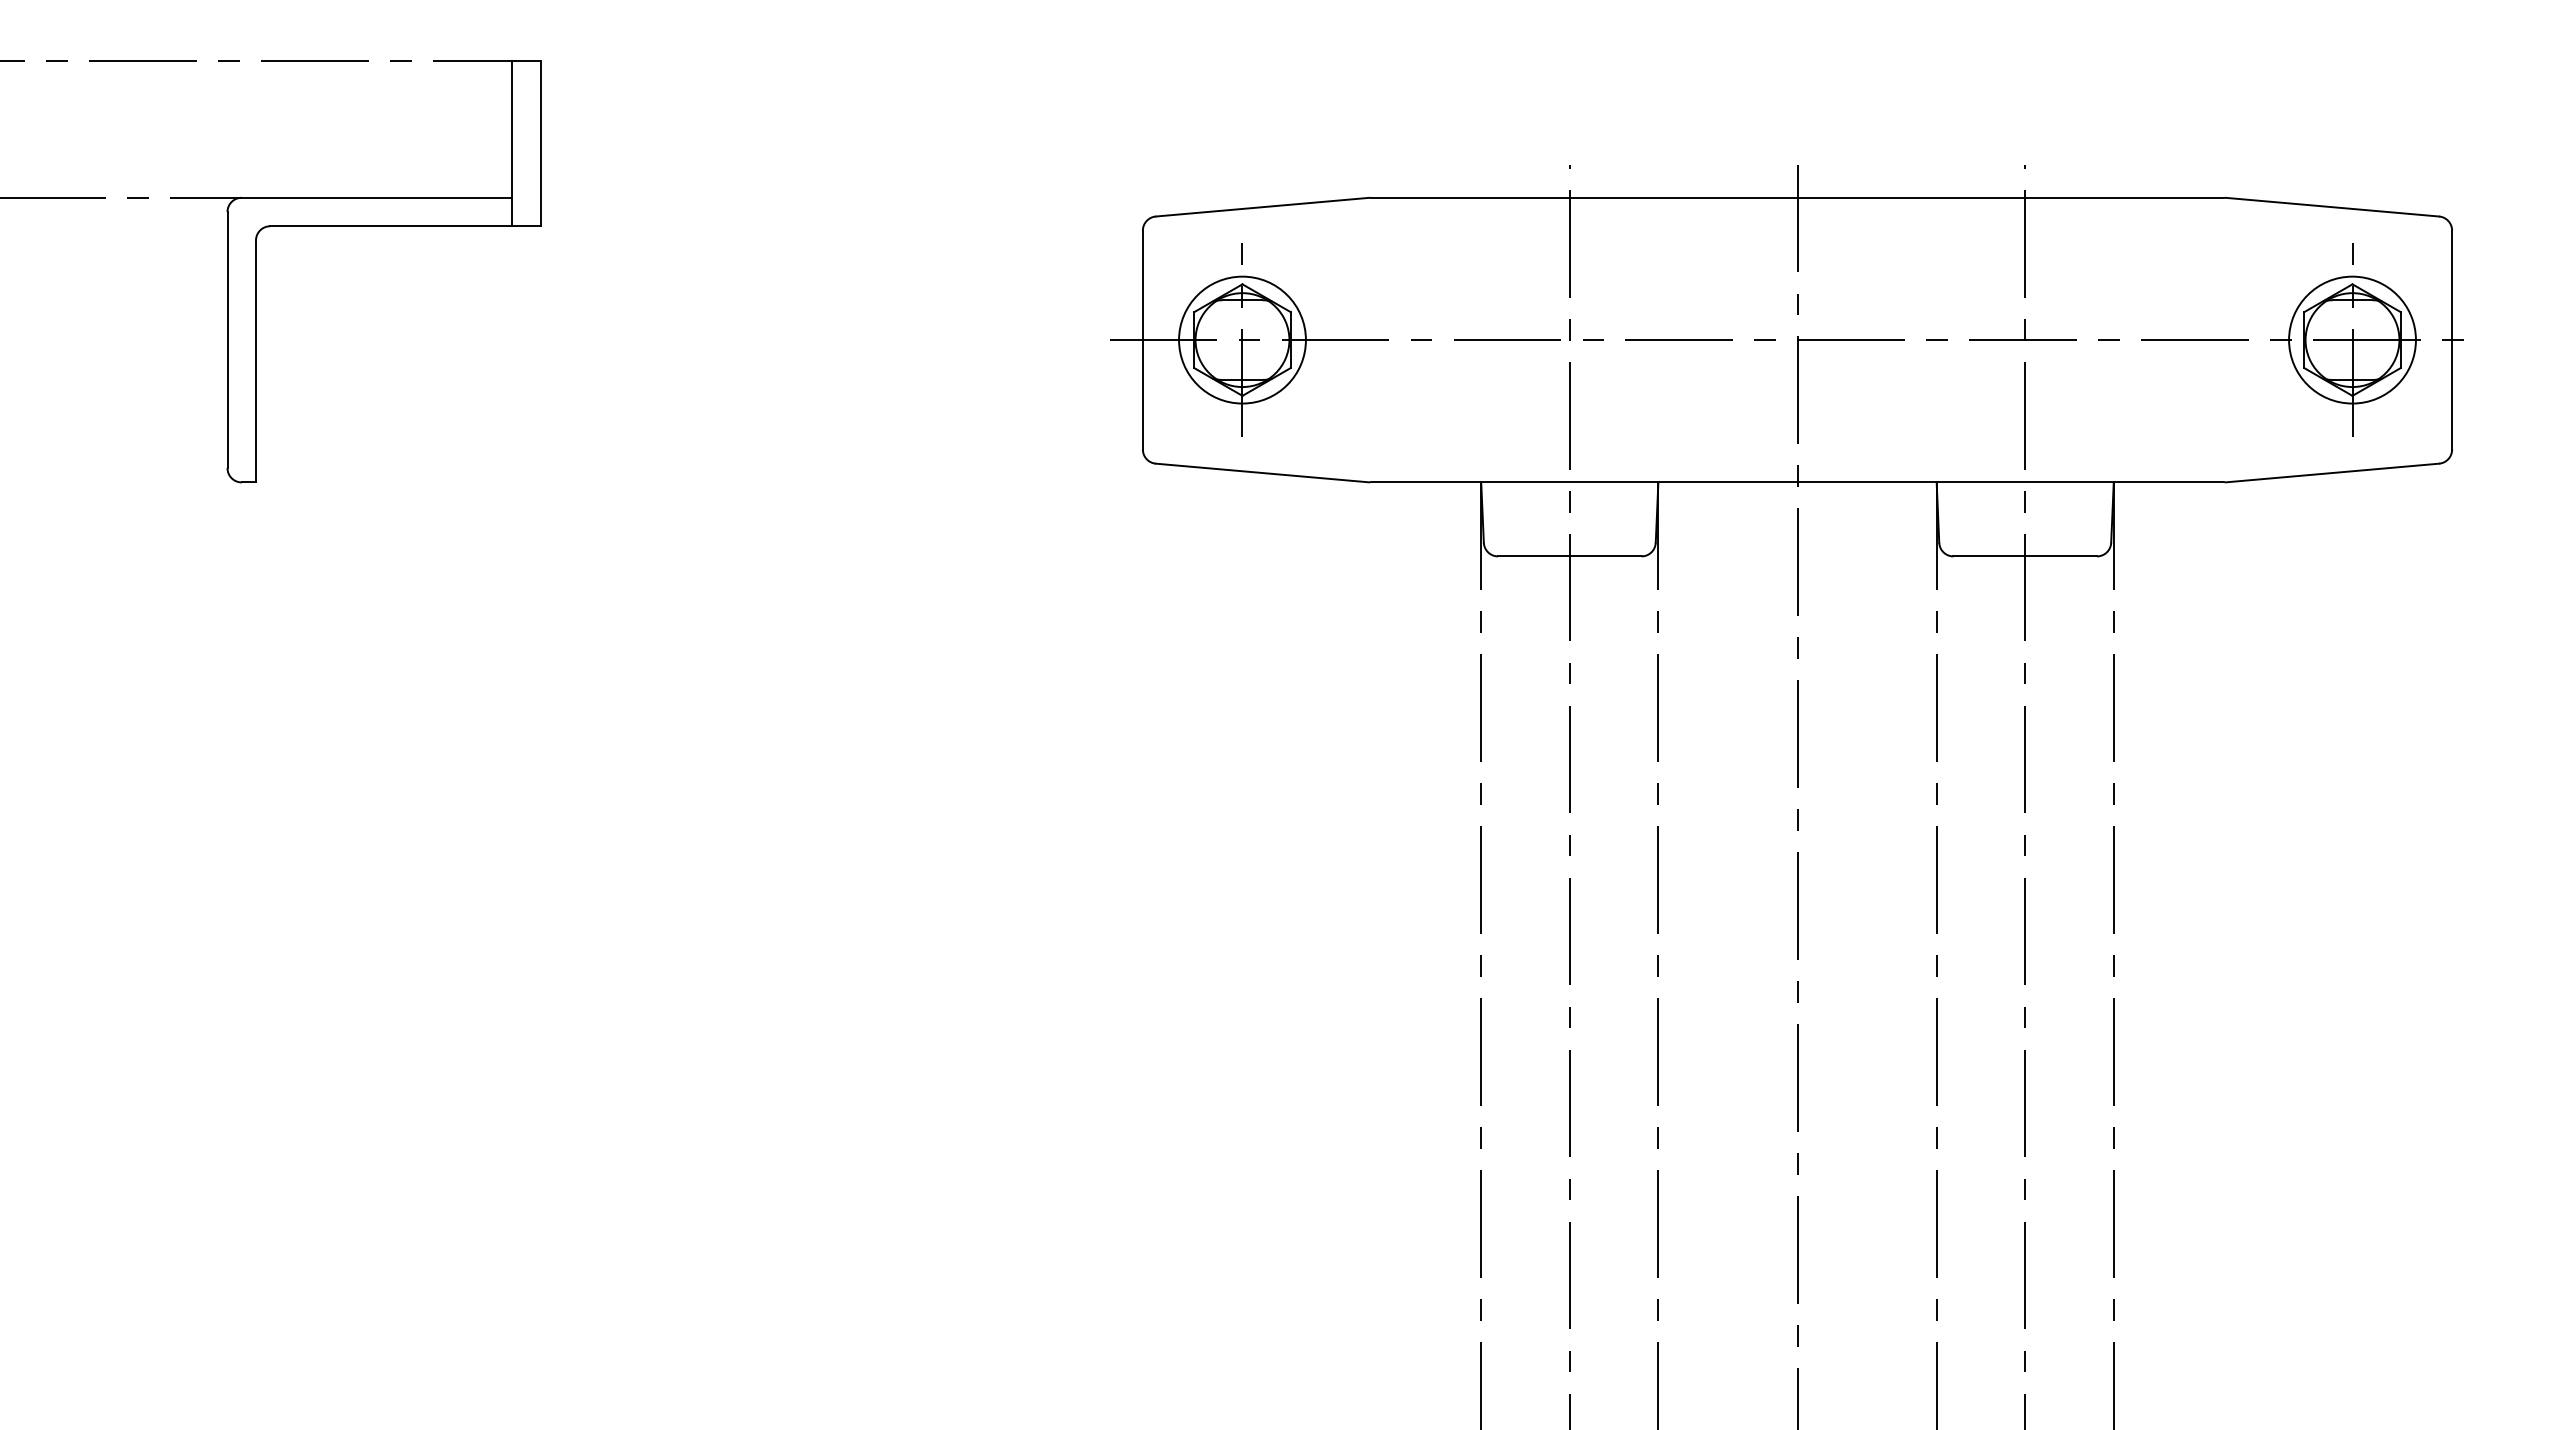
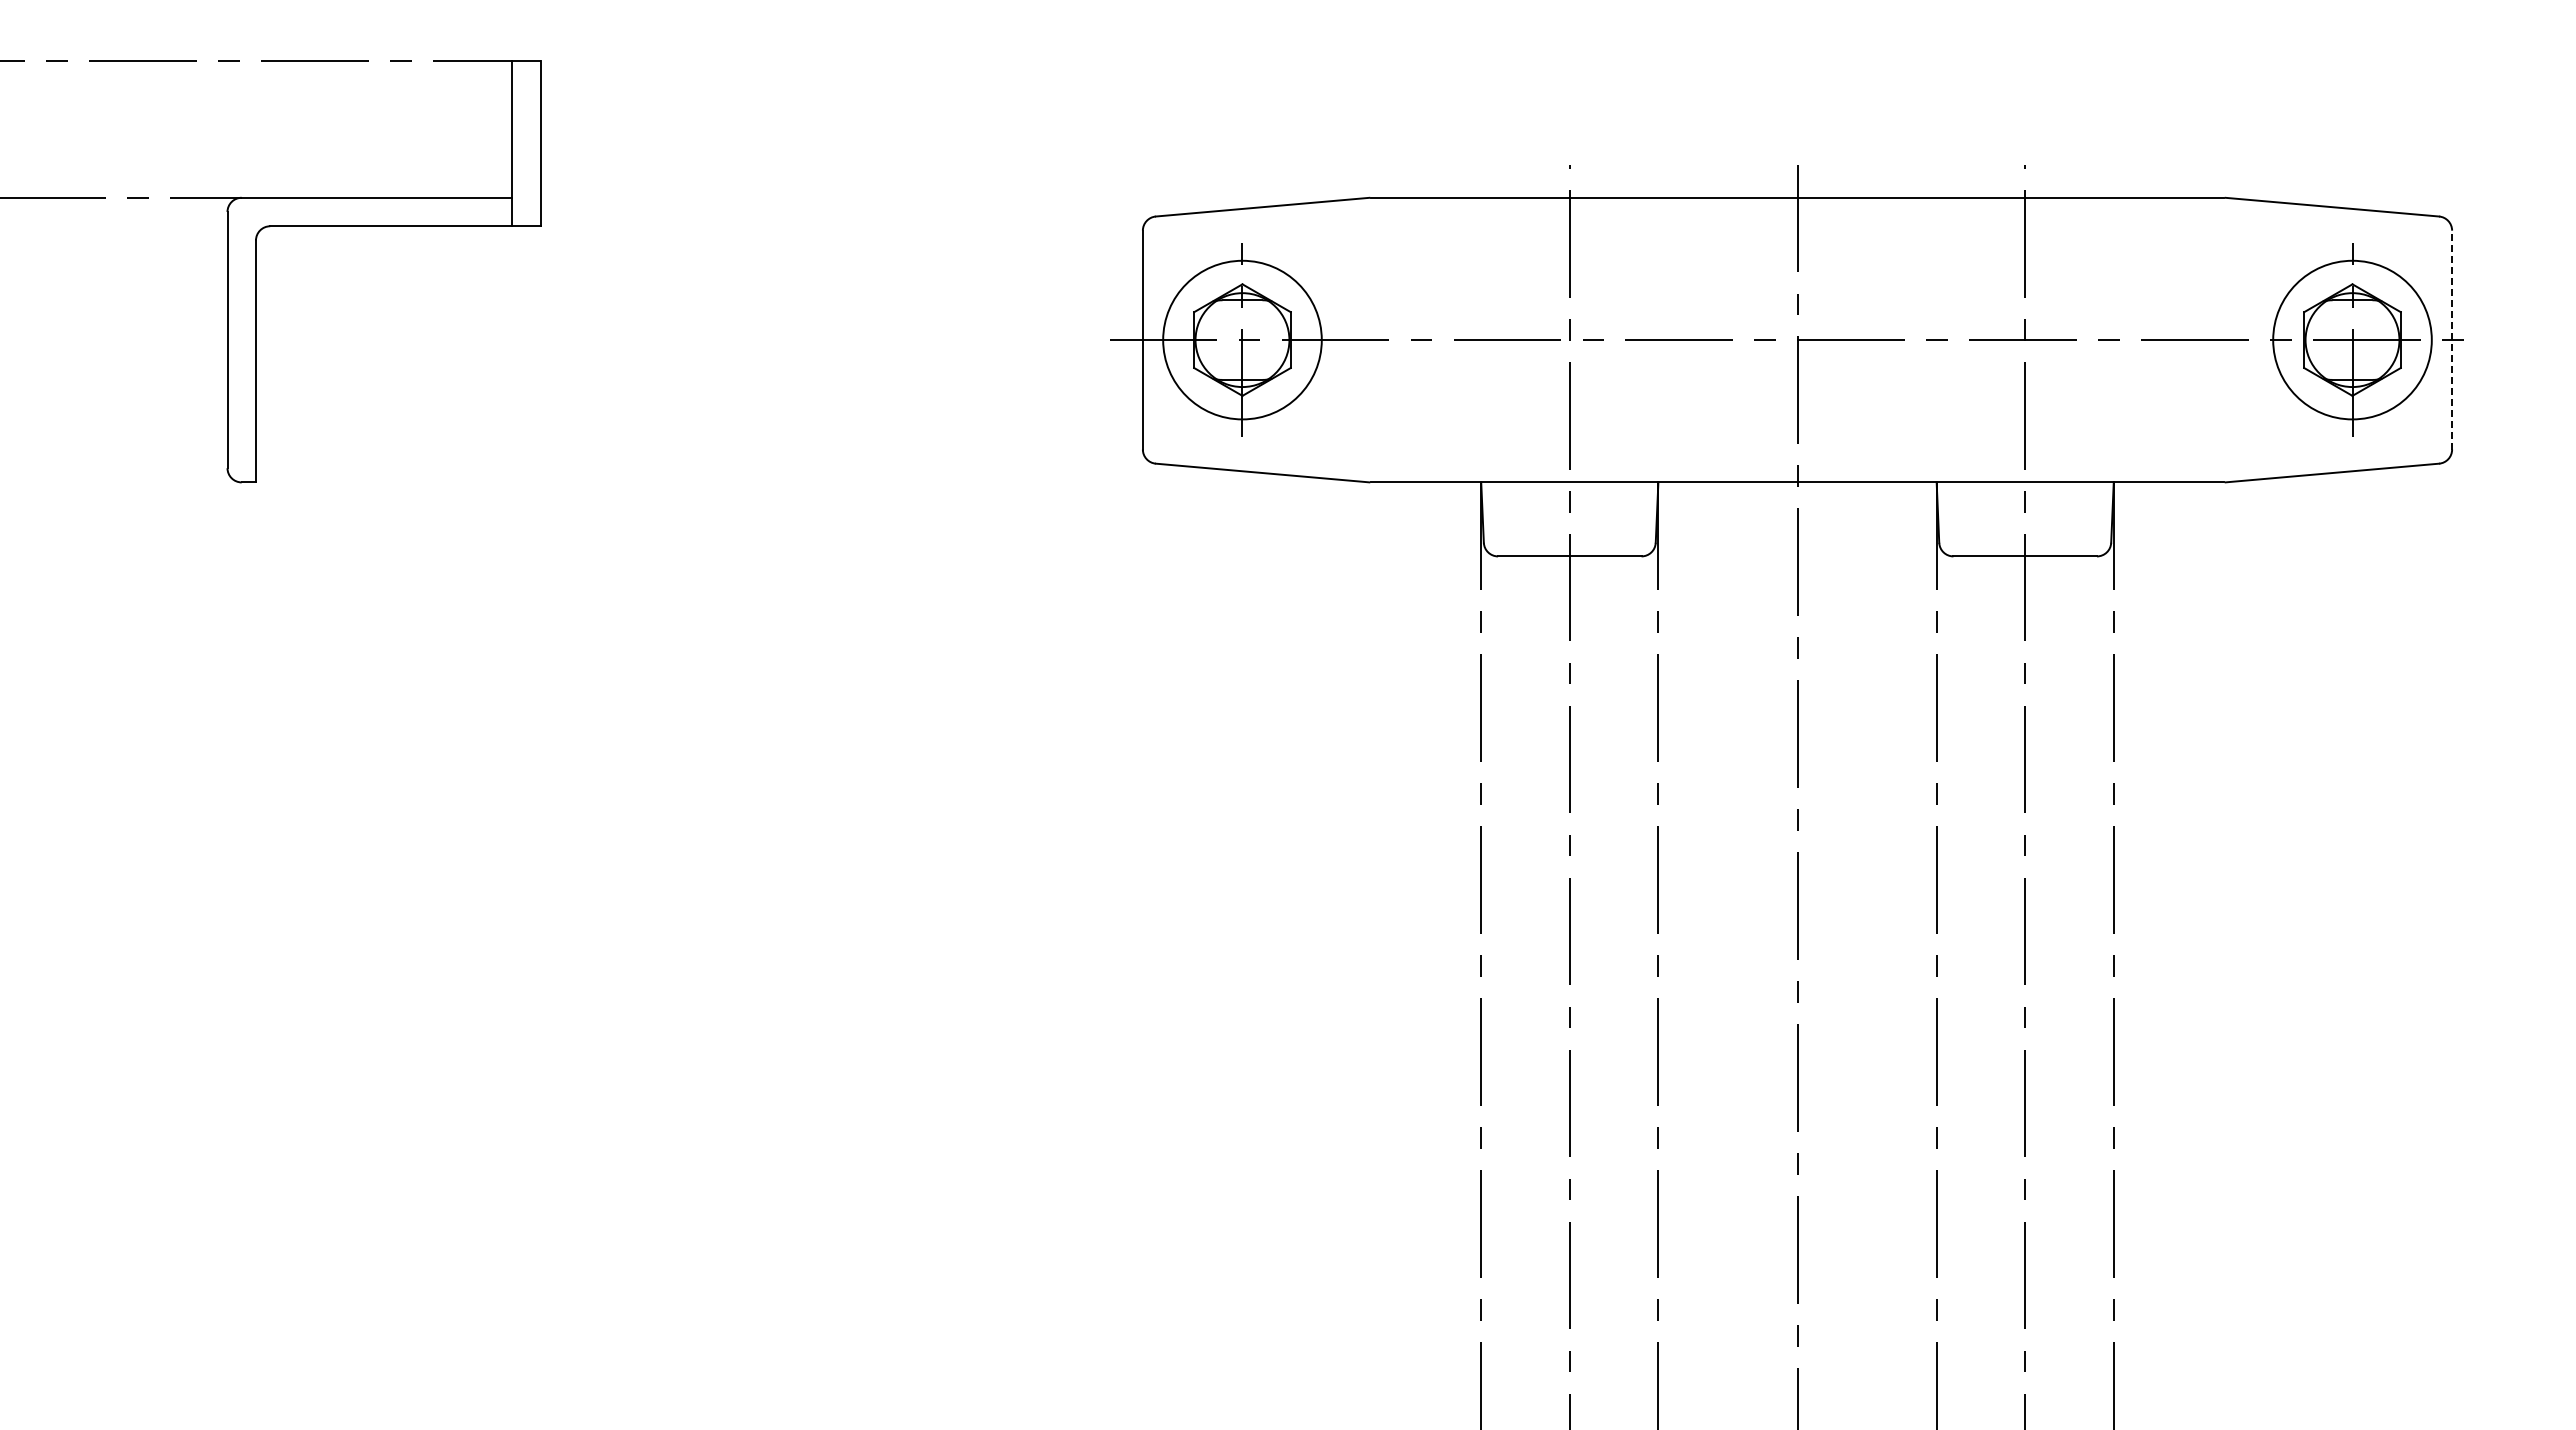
circle at (1242, 339) diameter: 127 px -> 159 px
circle at (2352, 339) diameter: 127 px -> 159 px
line at (2452, 339): solid -> dashed
